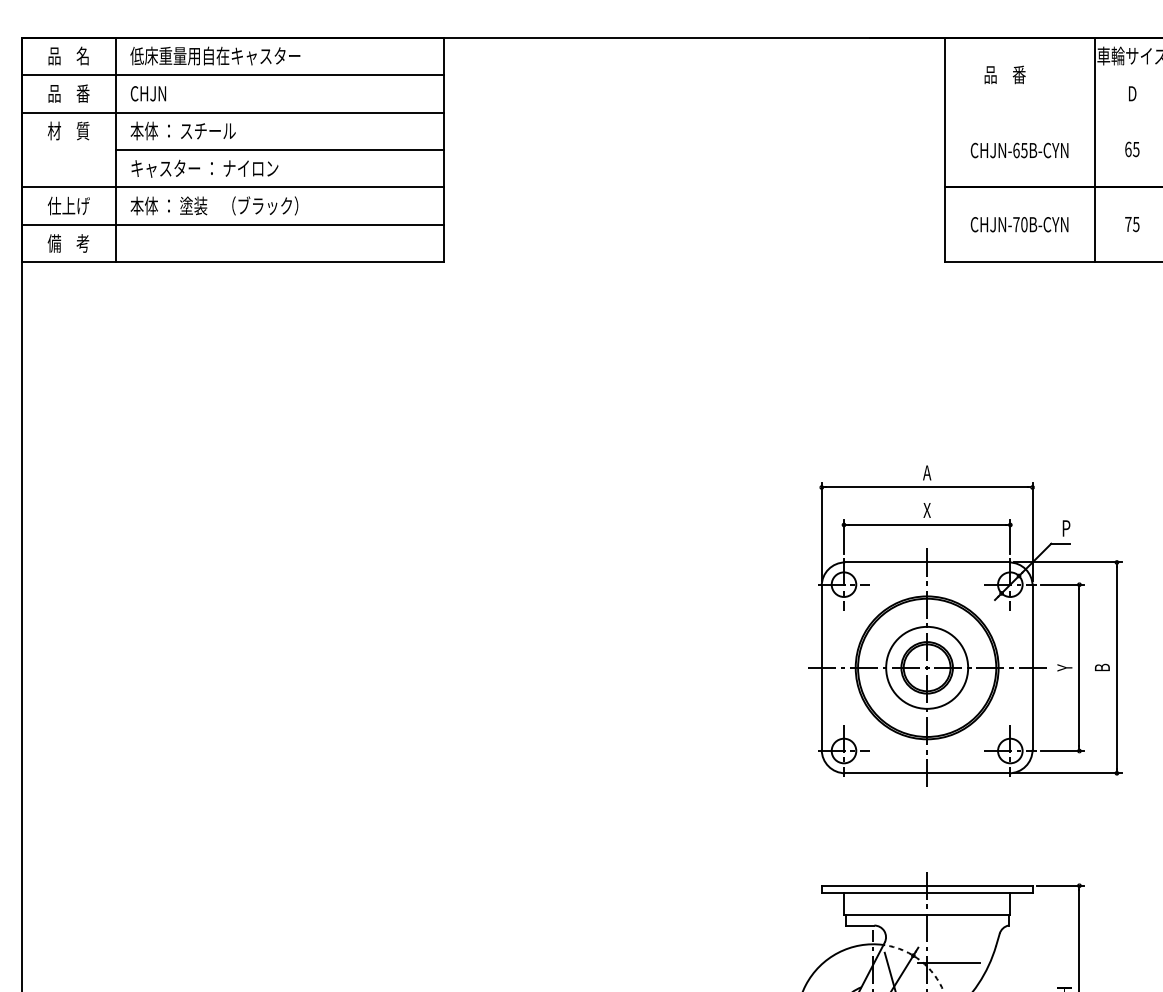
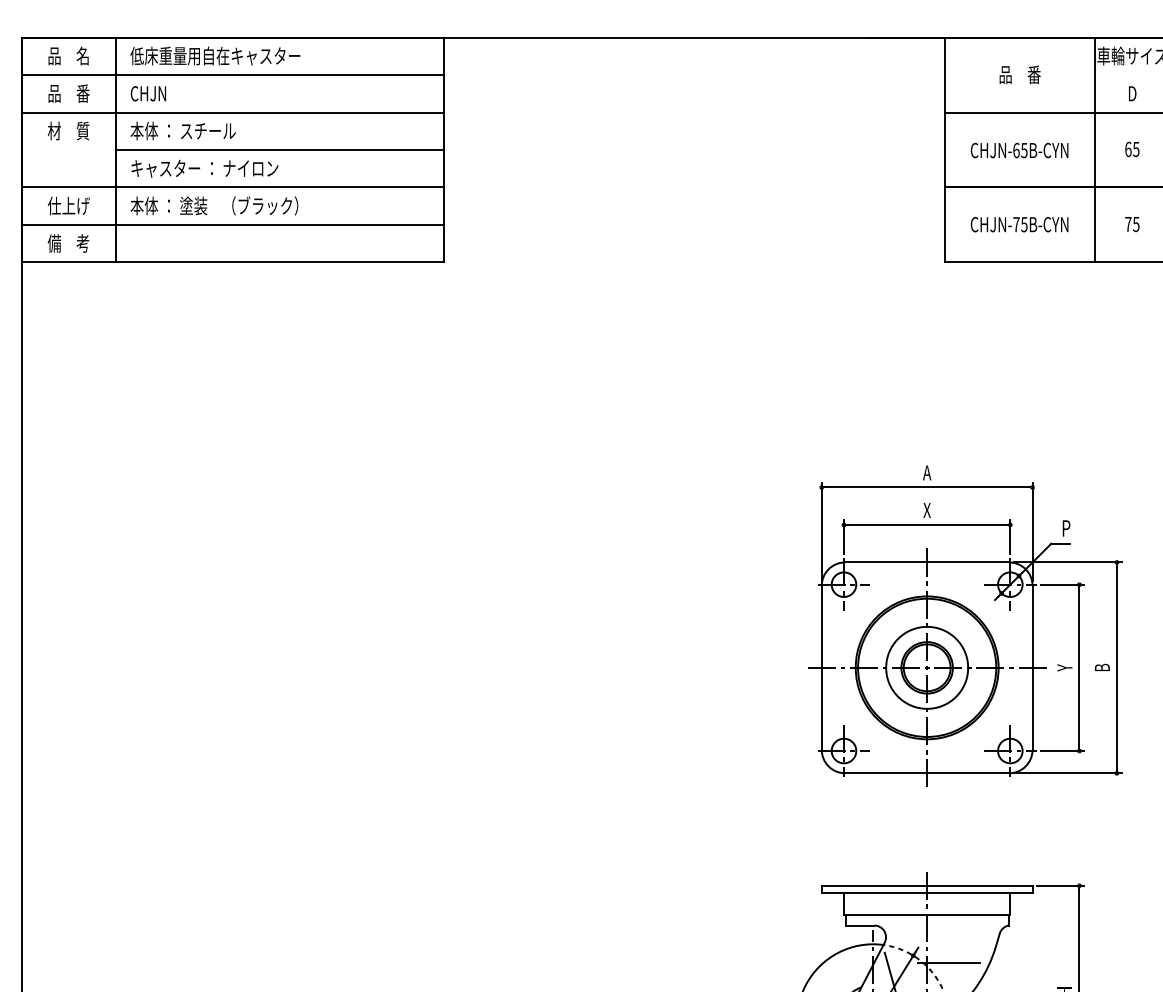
text at (1004, 74) position: (1004, 74) -> (1019, 74)
line at (1051, 112): none -> present
text at (1024, 224): CHJN-70B-CYN -> CHJN-75B-CYN
